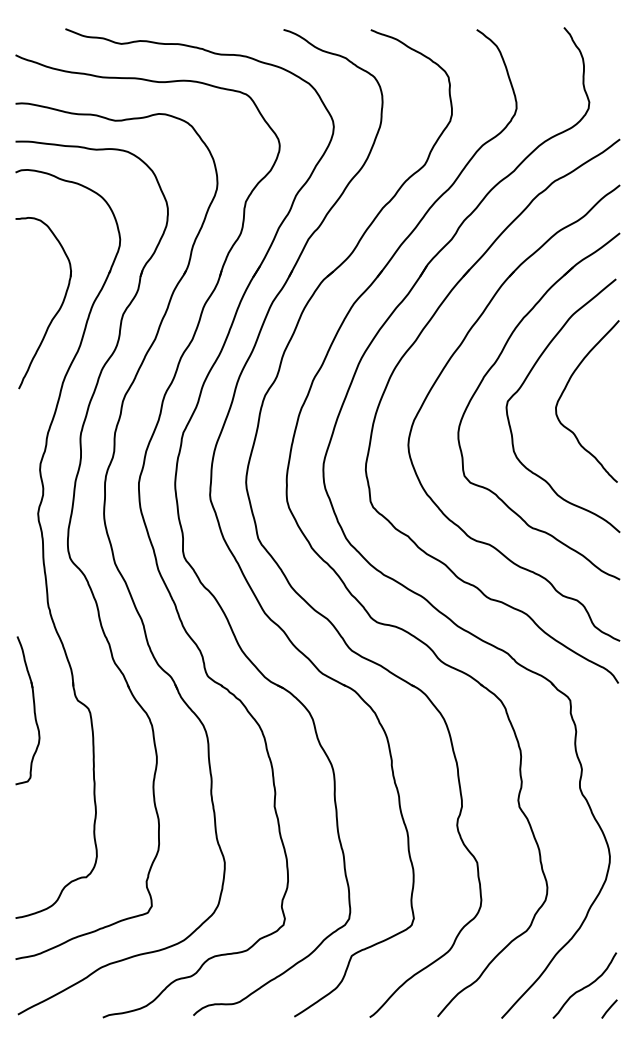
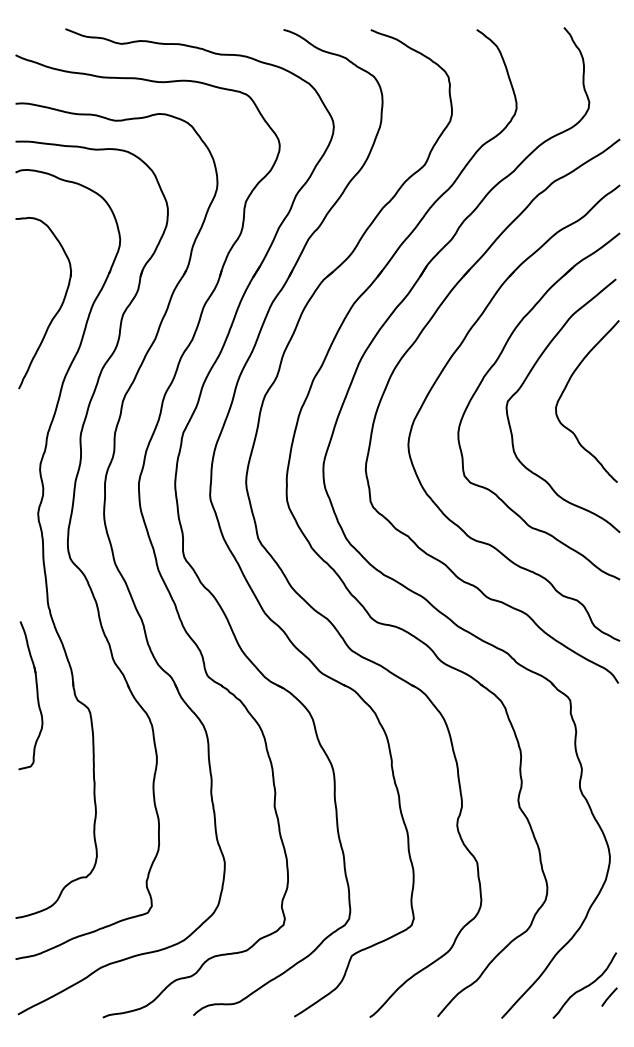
part at (27, 710) position: (27, 710) -> (30, 695)
line at (609, 1008) position: (609, 1008) -> (609, 996)
